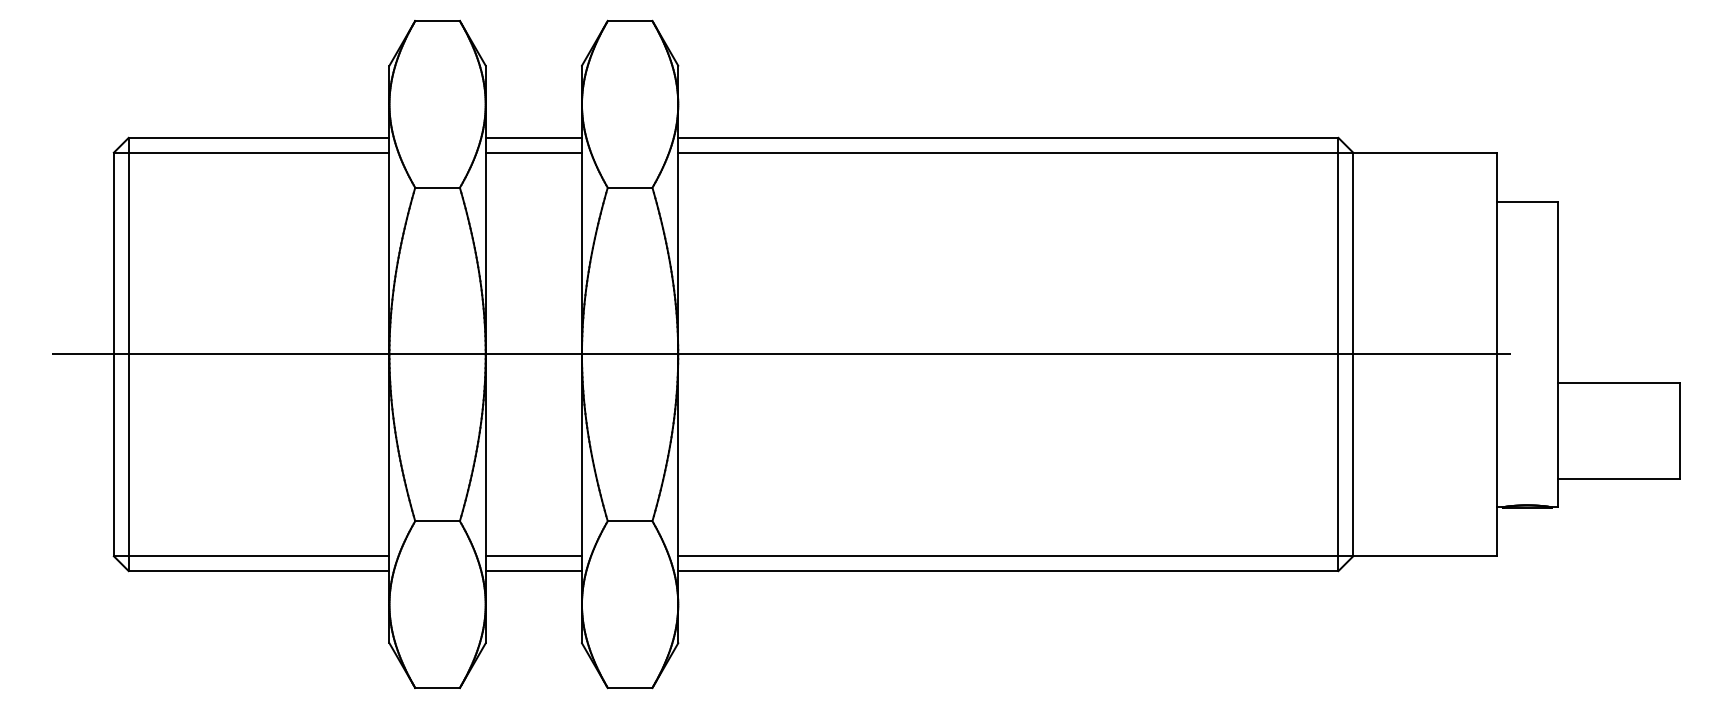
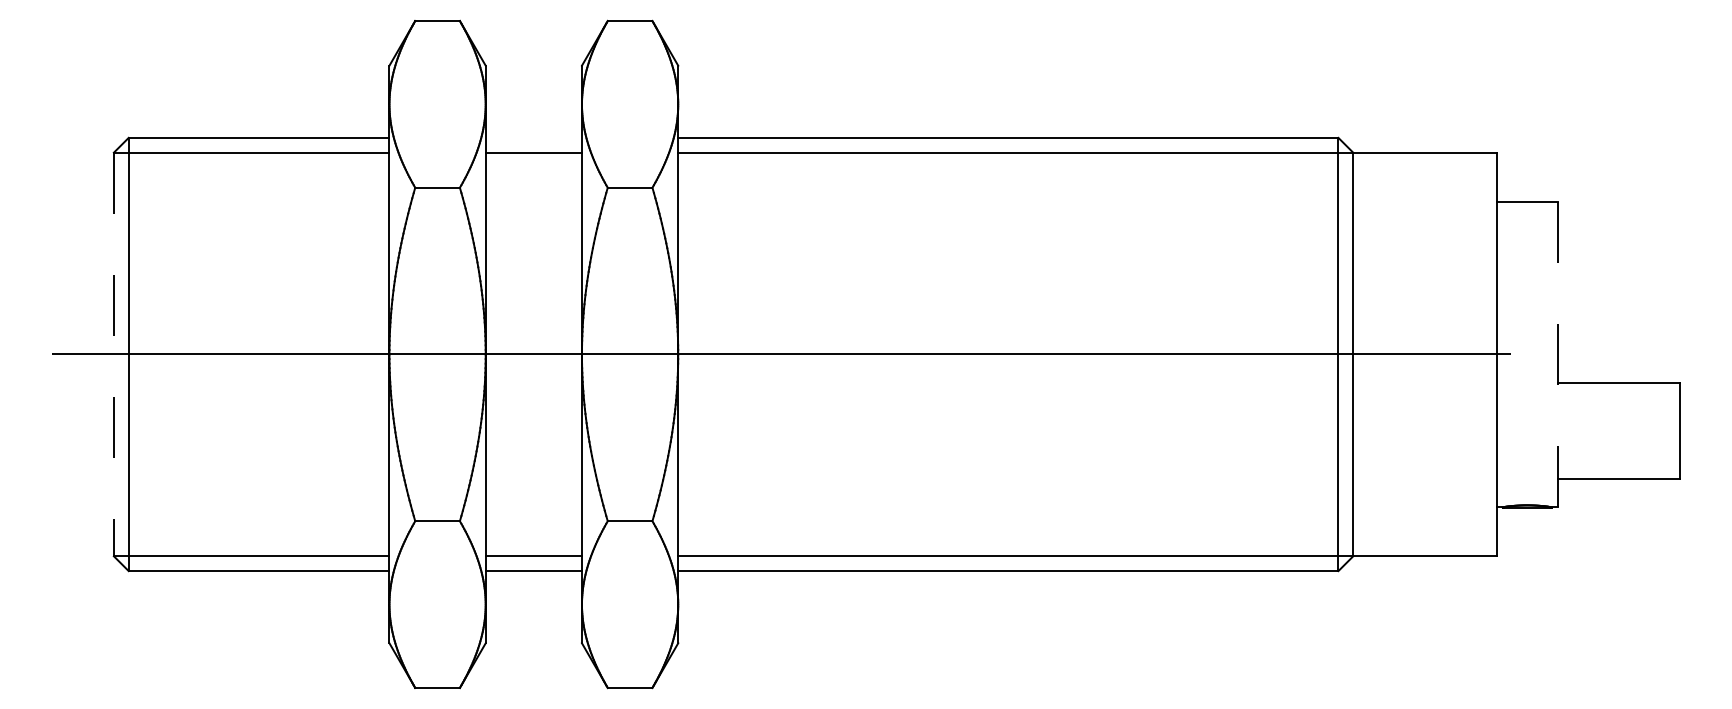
line at (533, 137): present -> none
line at (113, 354): solid -> dashed
line at (1557, 354): solid -> dashed
